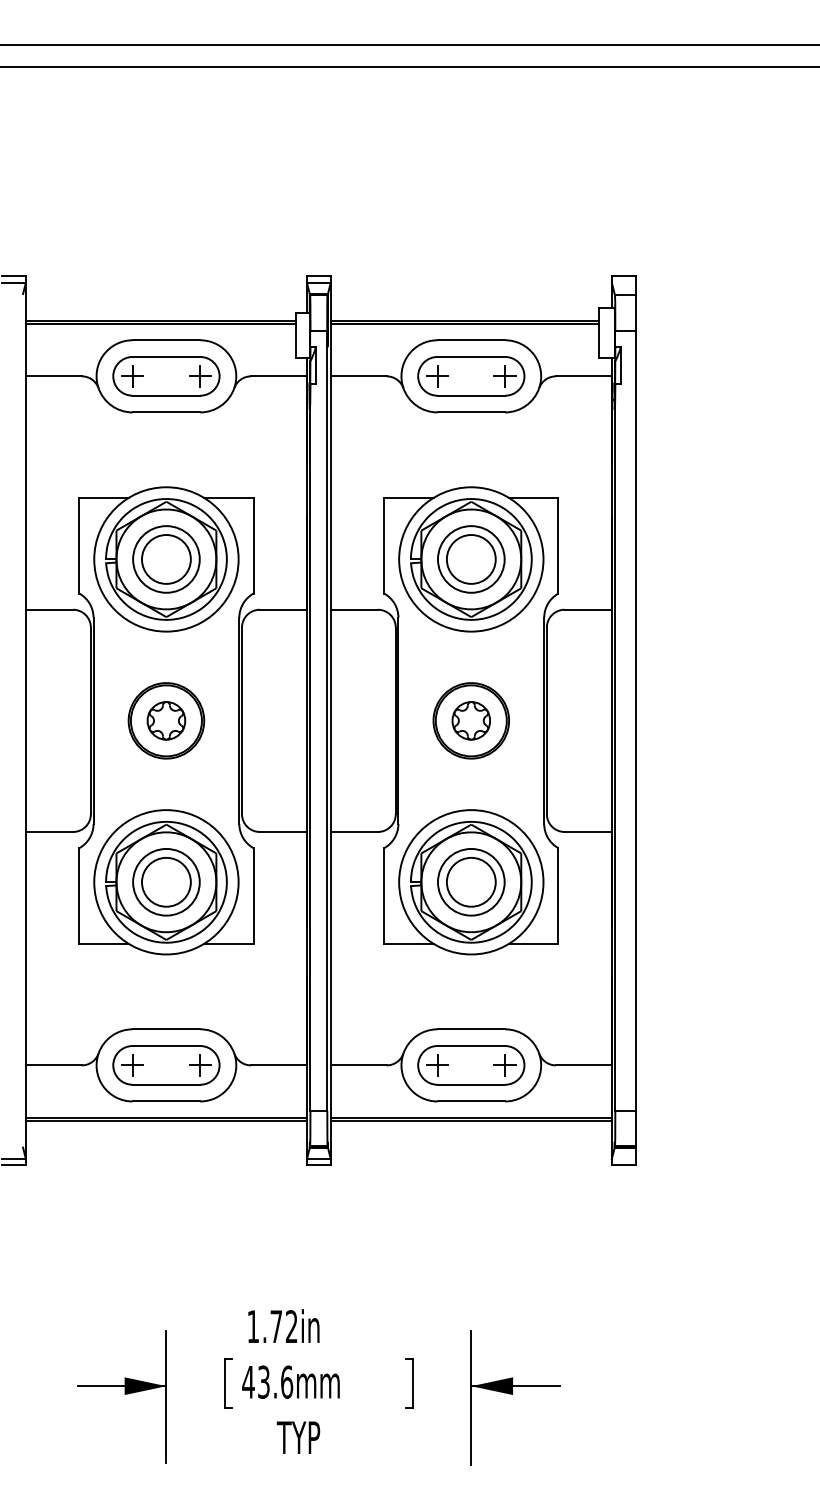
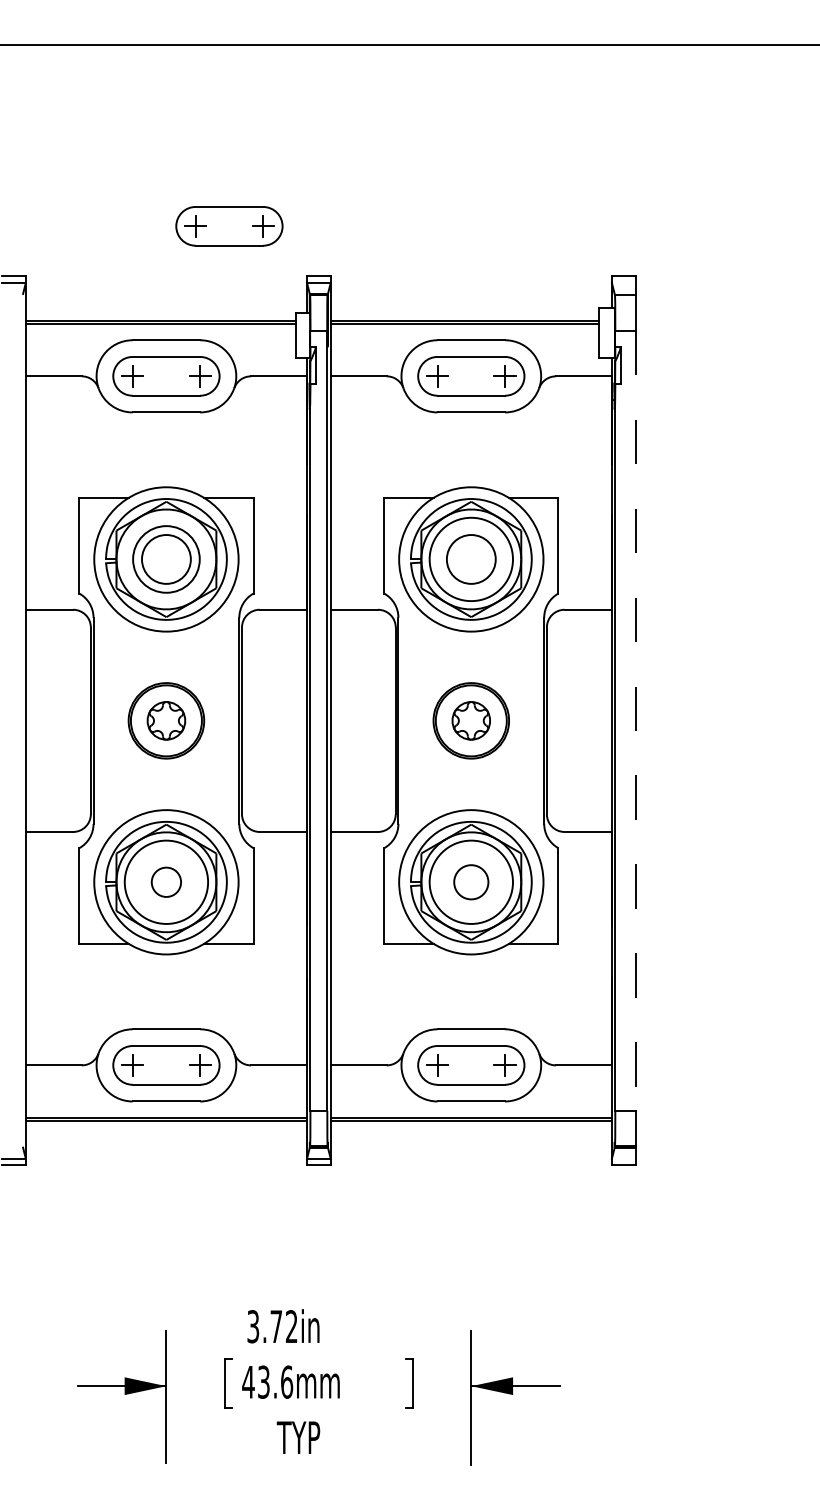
line at (409, 67): present -> none
part at (229, 226): none -> present
circle at (470, 559) diameter: 67 px -> 83 px
line at (636, 720): solid -> dashed
circle at (166, 881) diameter: 49 px -> 29 px
circle at (166, 881) diameter: 67 px -> 83 px
circle at (470, 881) diameter: 49 px -> 34 px
circle at (470, 881) diameter: 67 px -> 83 px
text at (253, 1326): 1.72in -> 3.72in
